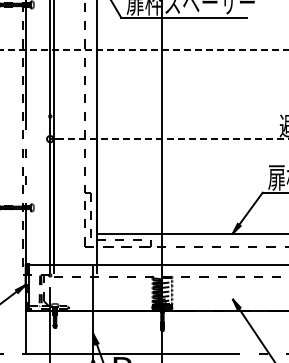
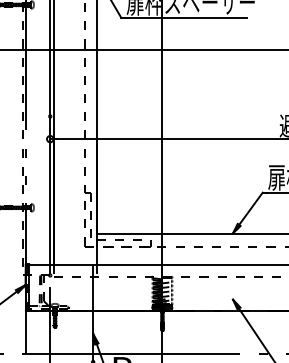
line at (144, 50): dashed -> solid
line at (172, 139): dashed -> solid
